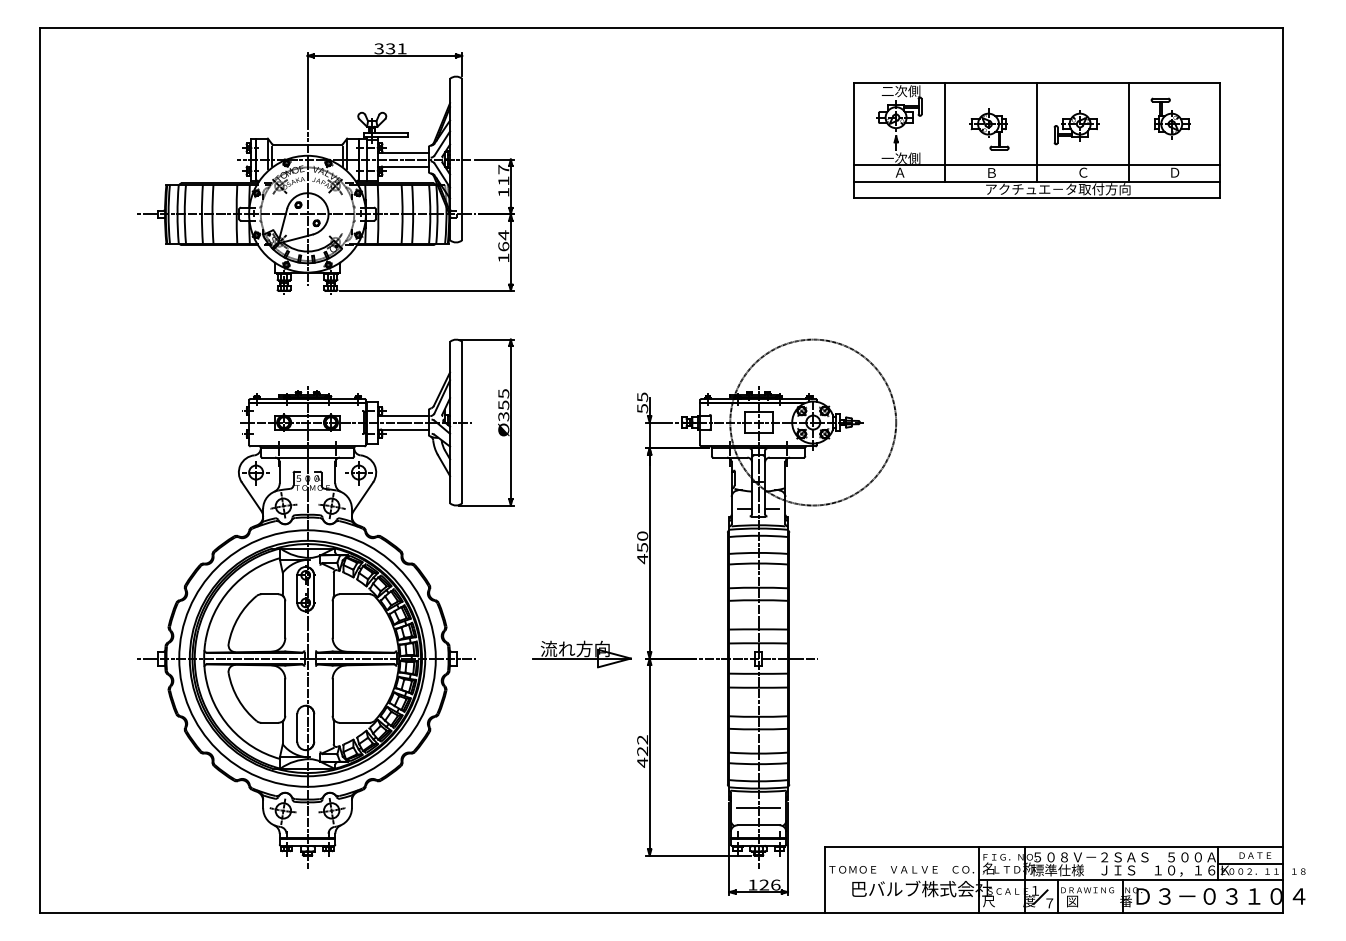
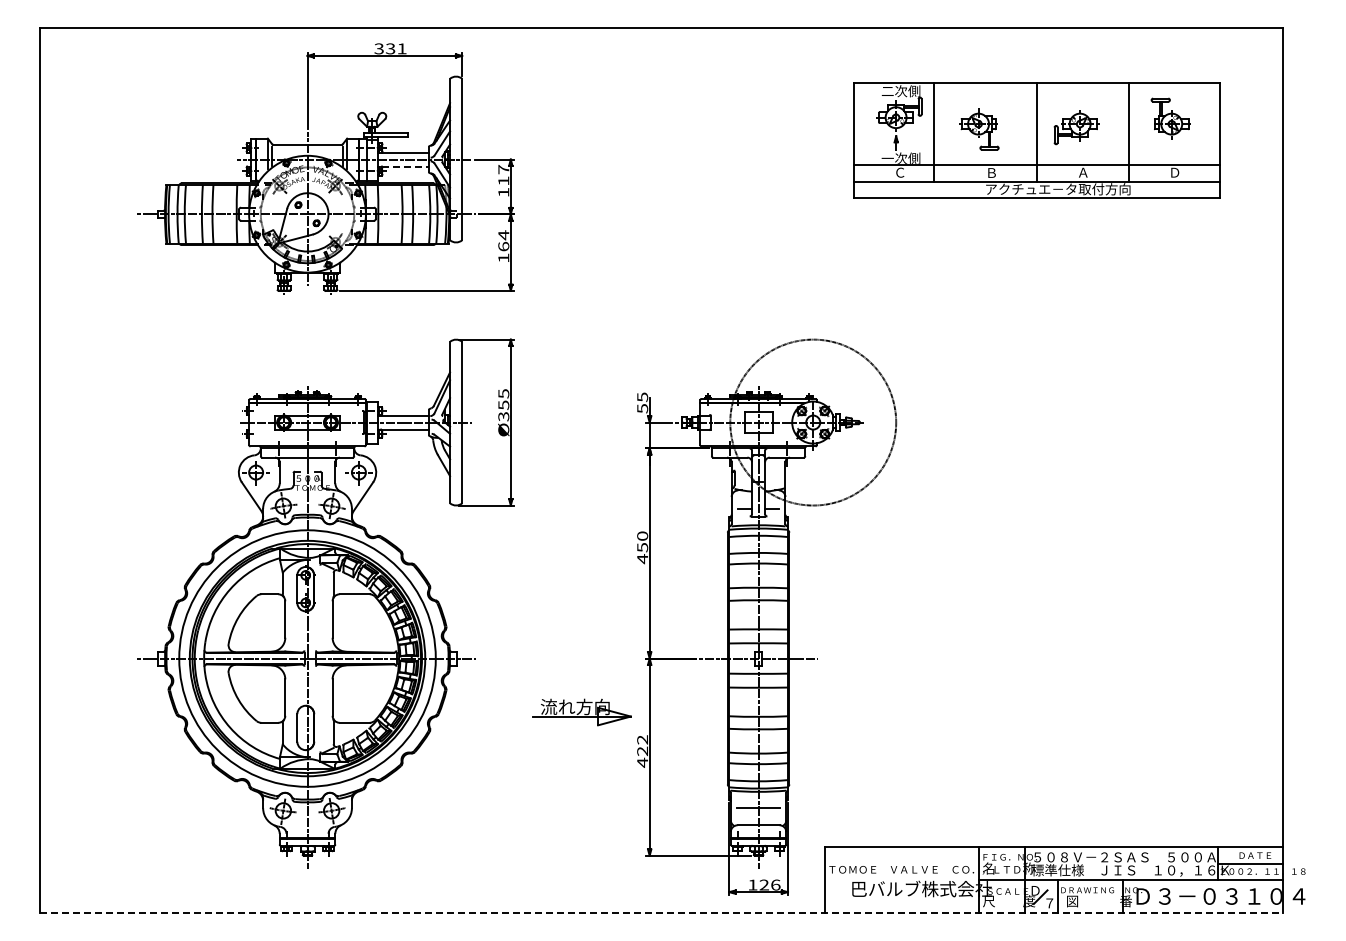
part at (989, 129) position: (989, 129) -> (979, 129)
line at (945, 132) position: (945, 132) -> (934, 132)
line at (405, 166): solid -> dashed
text at (899, 172): Ａ -> Ｃ
text at (1083, 172): Ｃ -> Ａ
part at (581, 654) position: (581, 654) -> (581, 712)
text at (1035, 890): １ -> Ｄ
line at (662, 912): solid -> dashed
